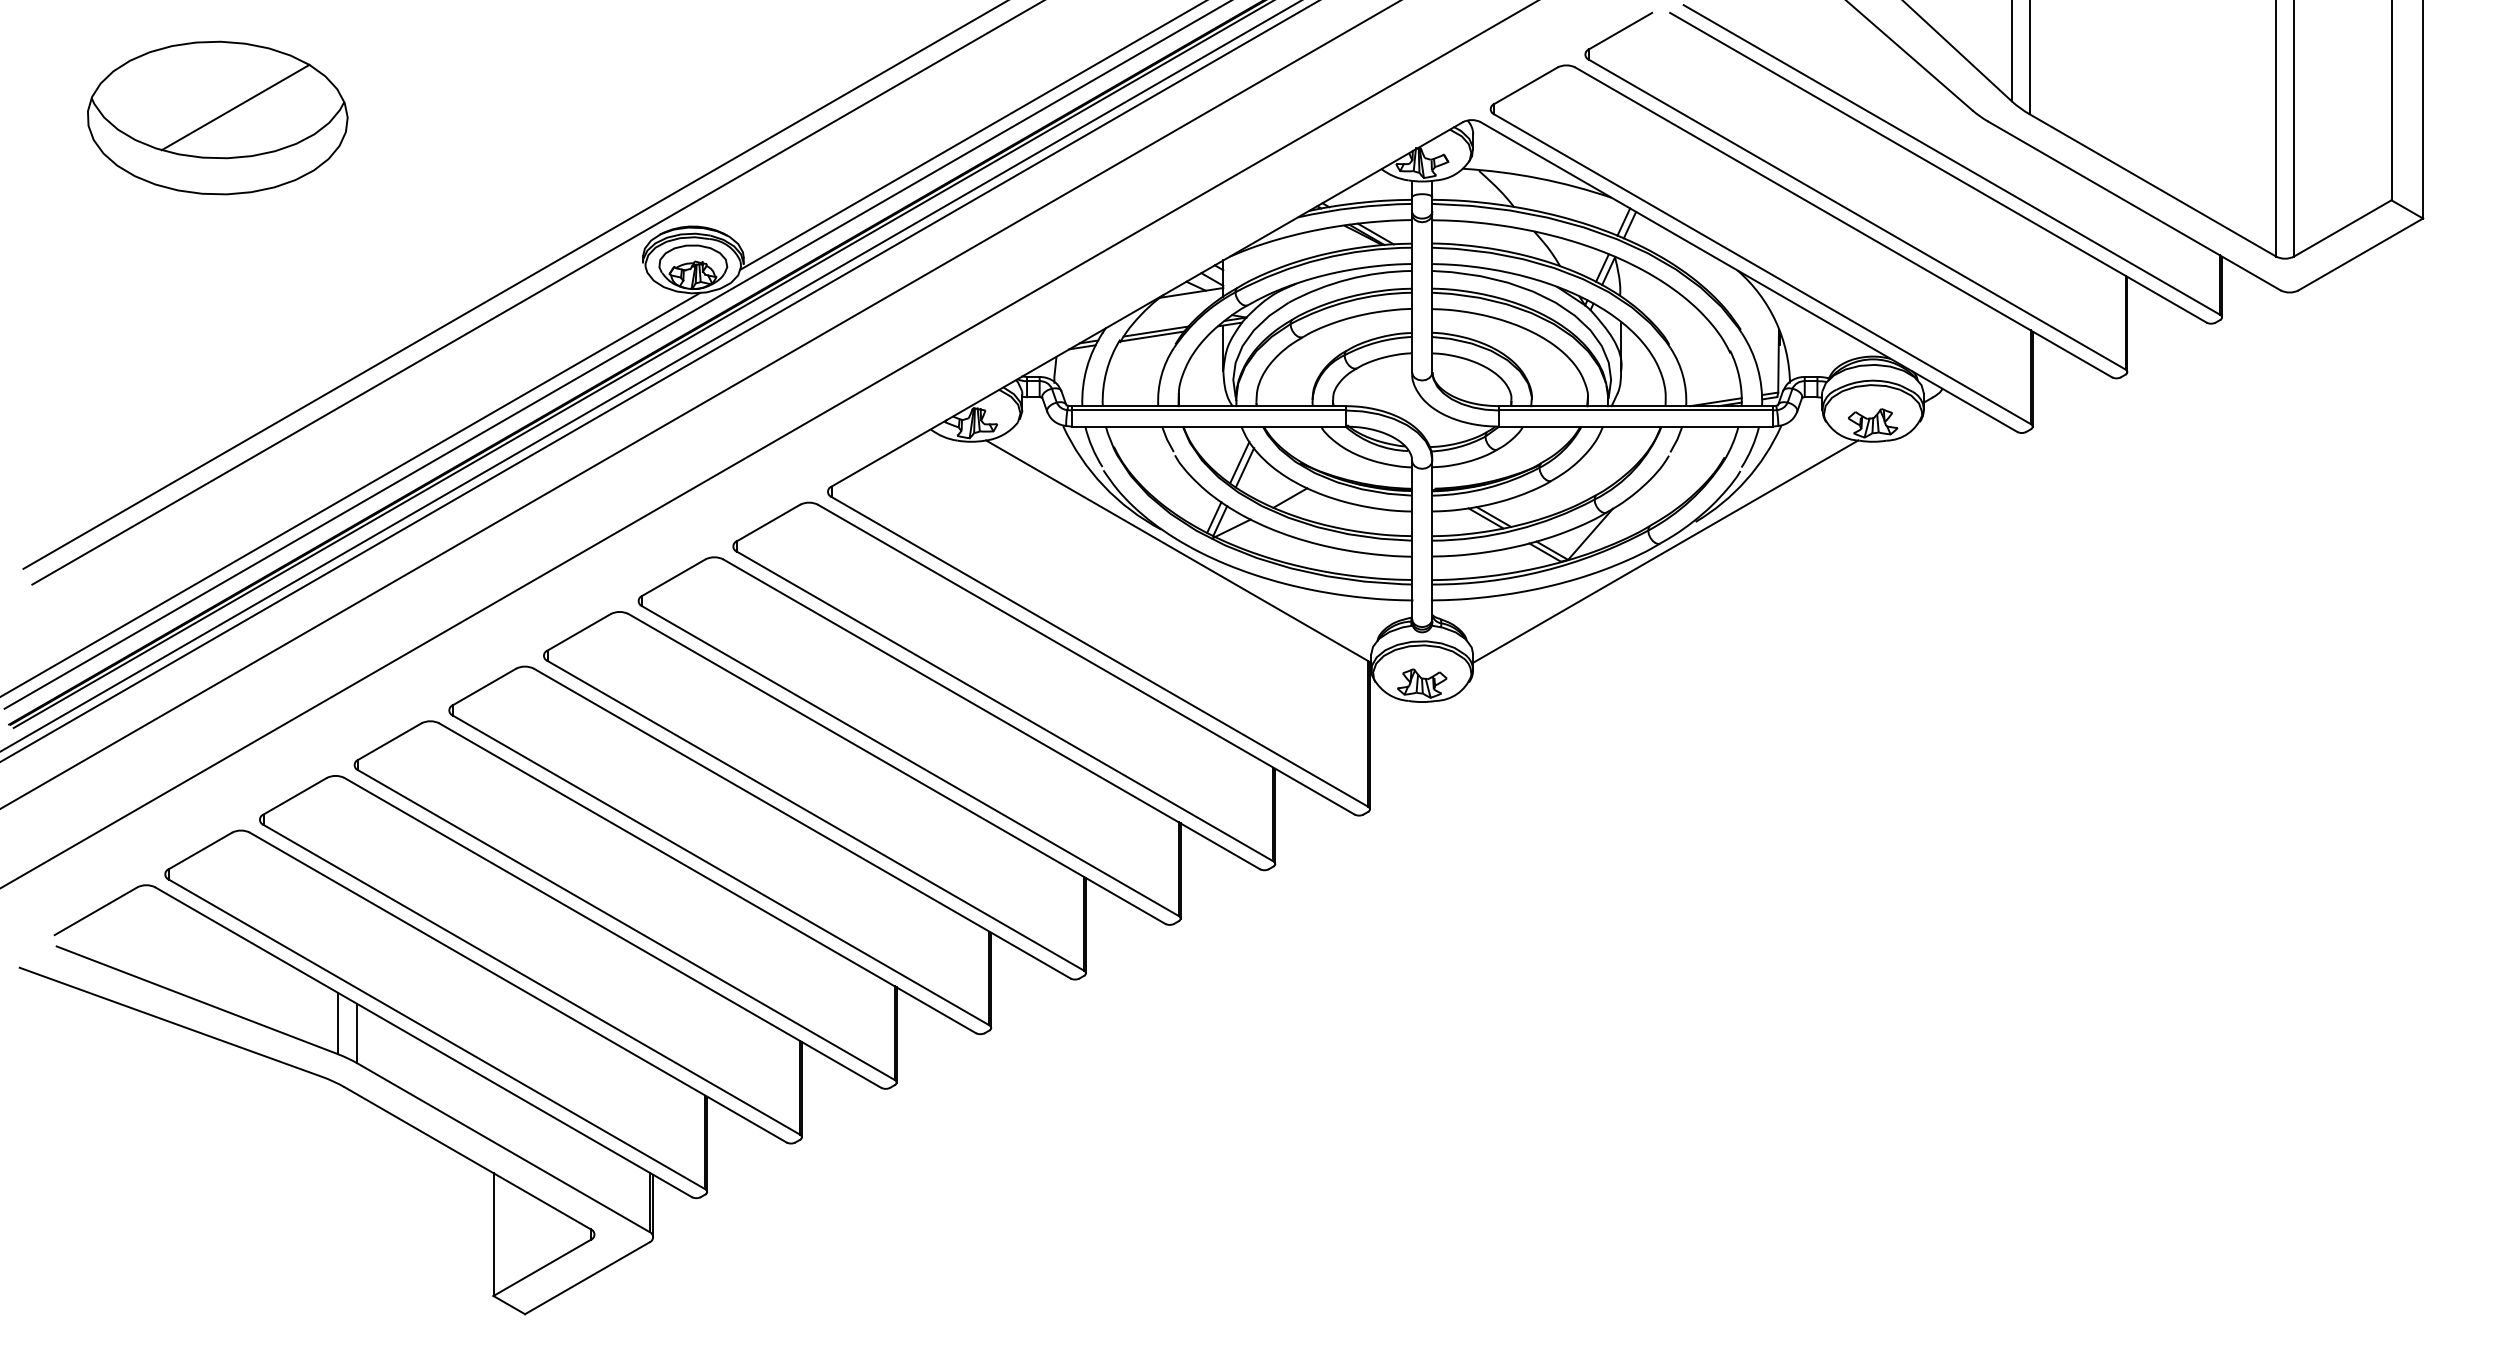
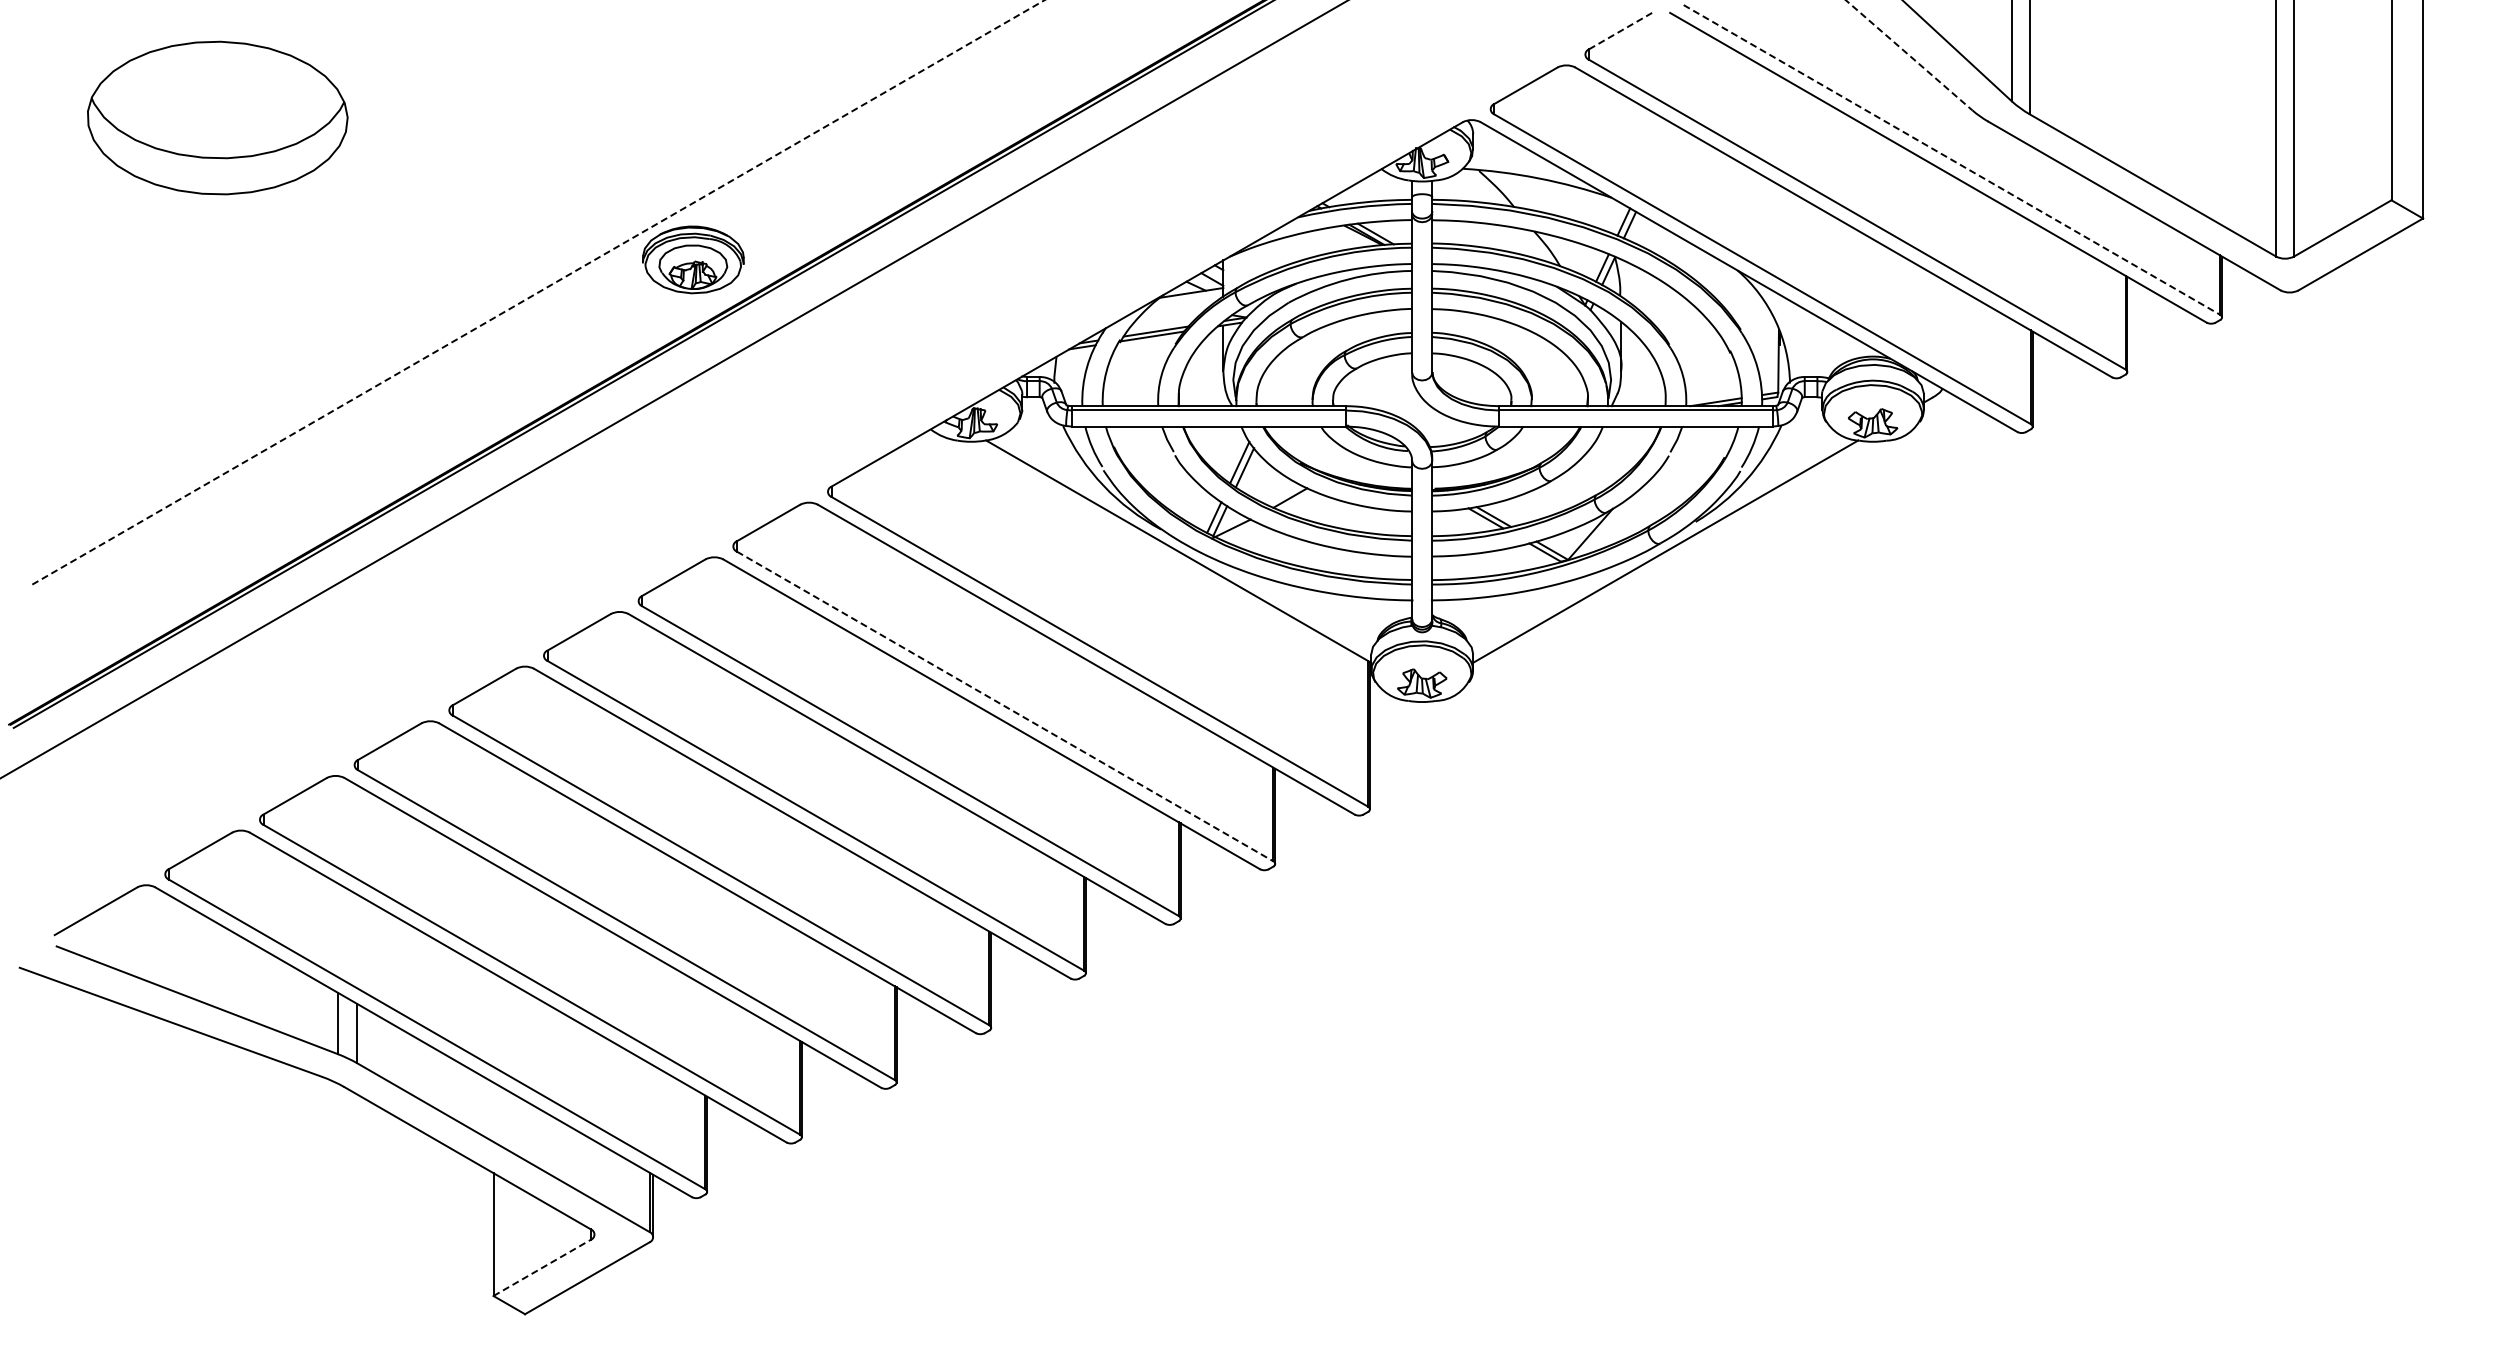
line at (1621, 30): solid -> dashed
line at (1909, 55): solid -> dashed
line at (235, 107): present -> none
line at (972, 135): present -> none
line at (1951, 159): solid -> dashed
line at (513, 285): present -> none
line at (538, 292): solid -> dashed
line at (616, 355): present -> none
line at (650, 376): present -> none
line at (659, 381): present -> none
line at (700, 404) position: (700, 404) -> (673, 389)
line at (768, 444): present -> none
line at (350, 494): present -> none
line at (1005, 706): solid -> dashed
line at (542, 1267): solid -> dashed
